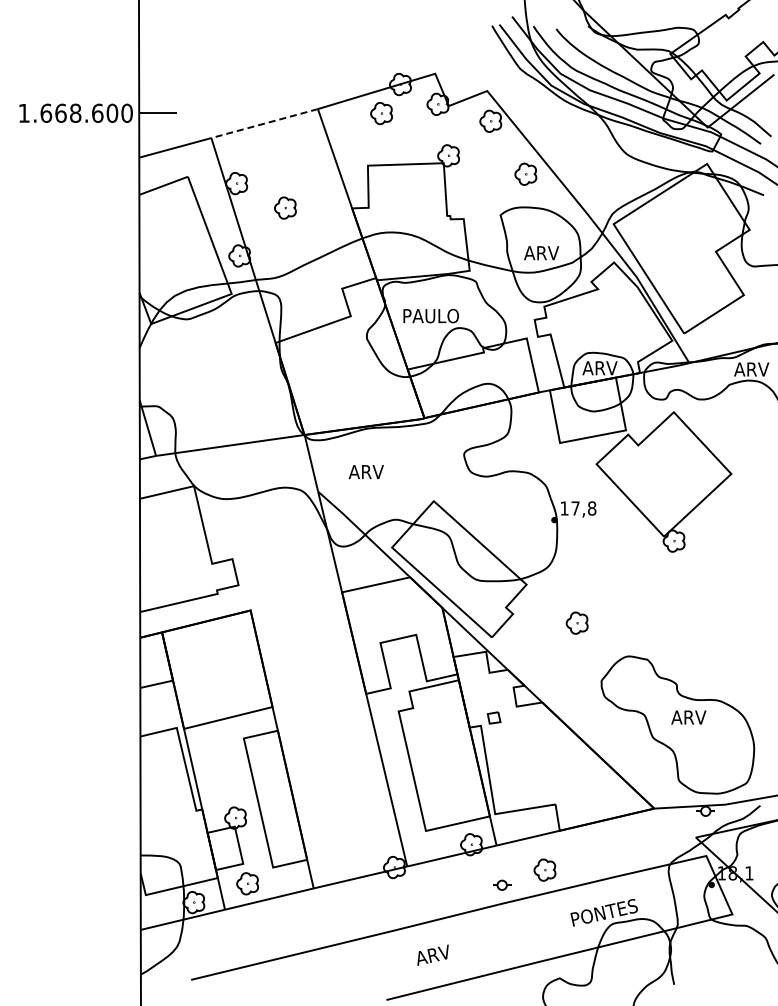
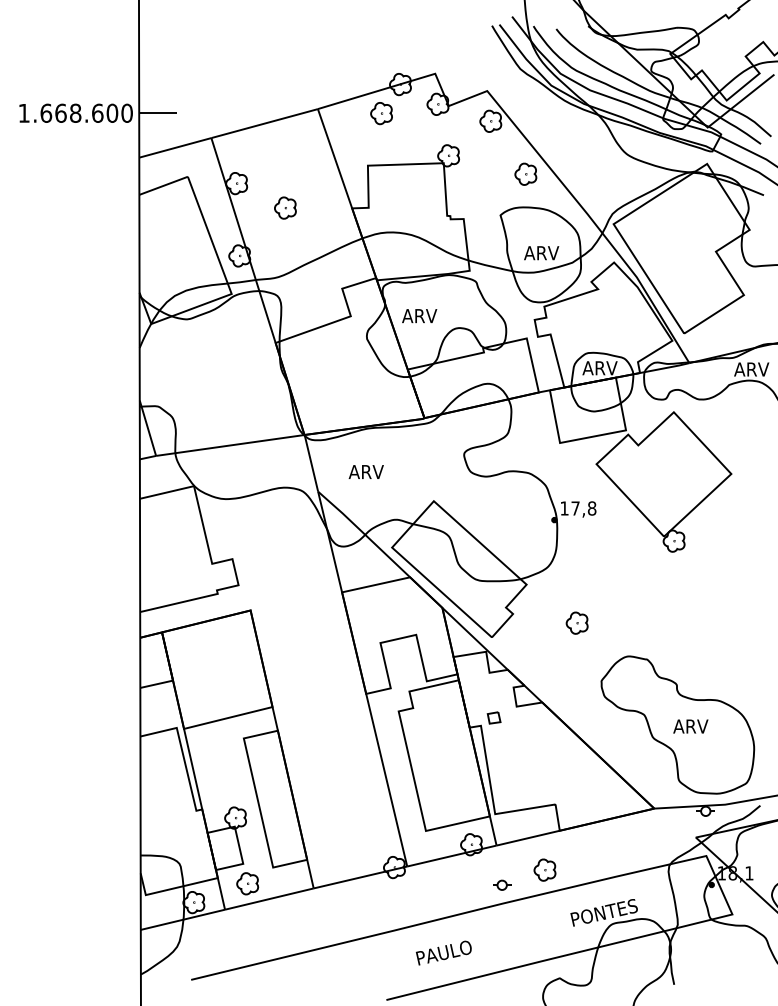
line at (265, 123): dashed -> solid
text at (430, 315): PAULO -> ARV
text at (688, 717) position: (688, 717) -> (690, 726)
text at (443, 952): ARV -> PAULO
